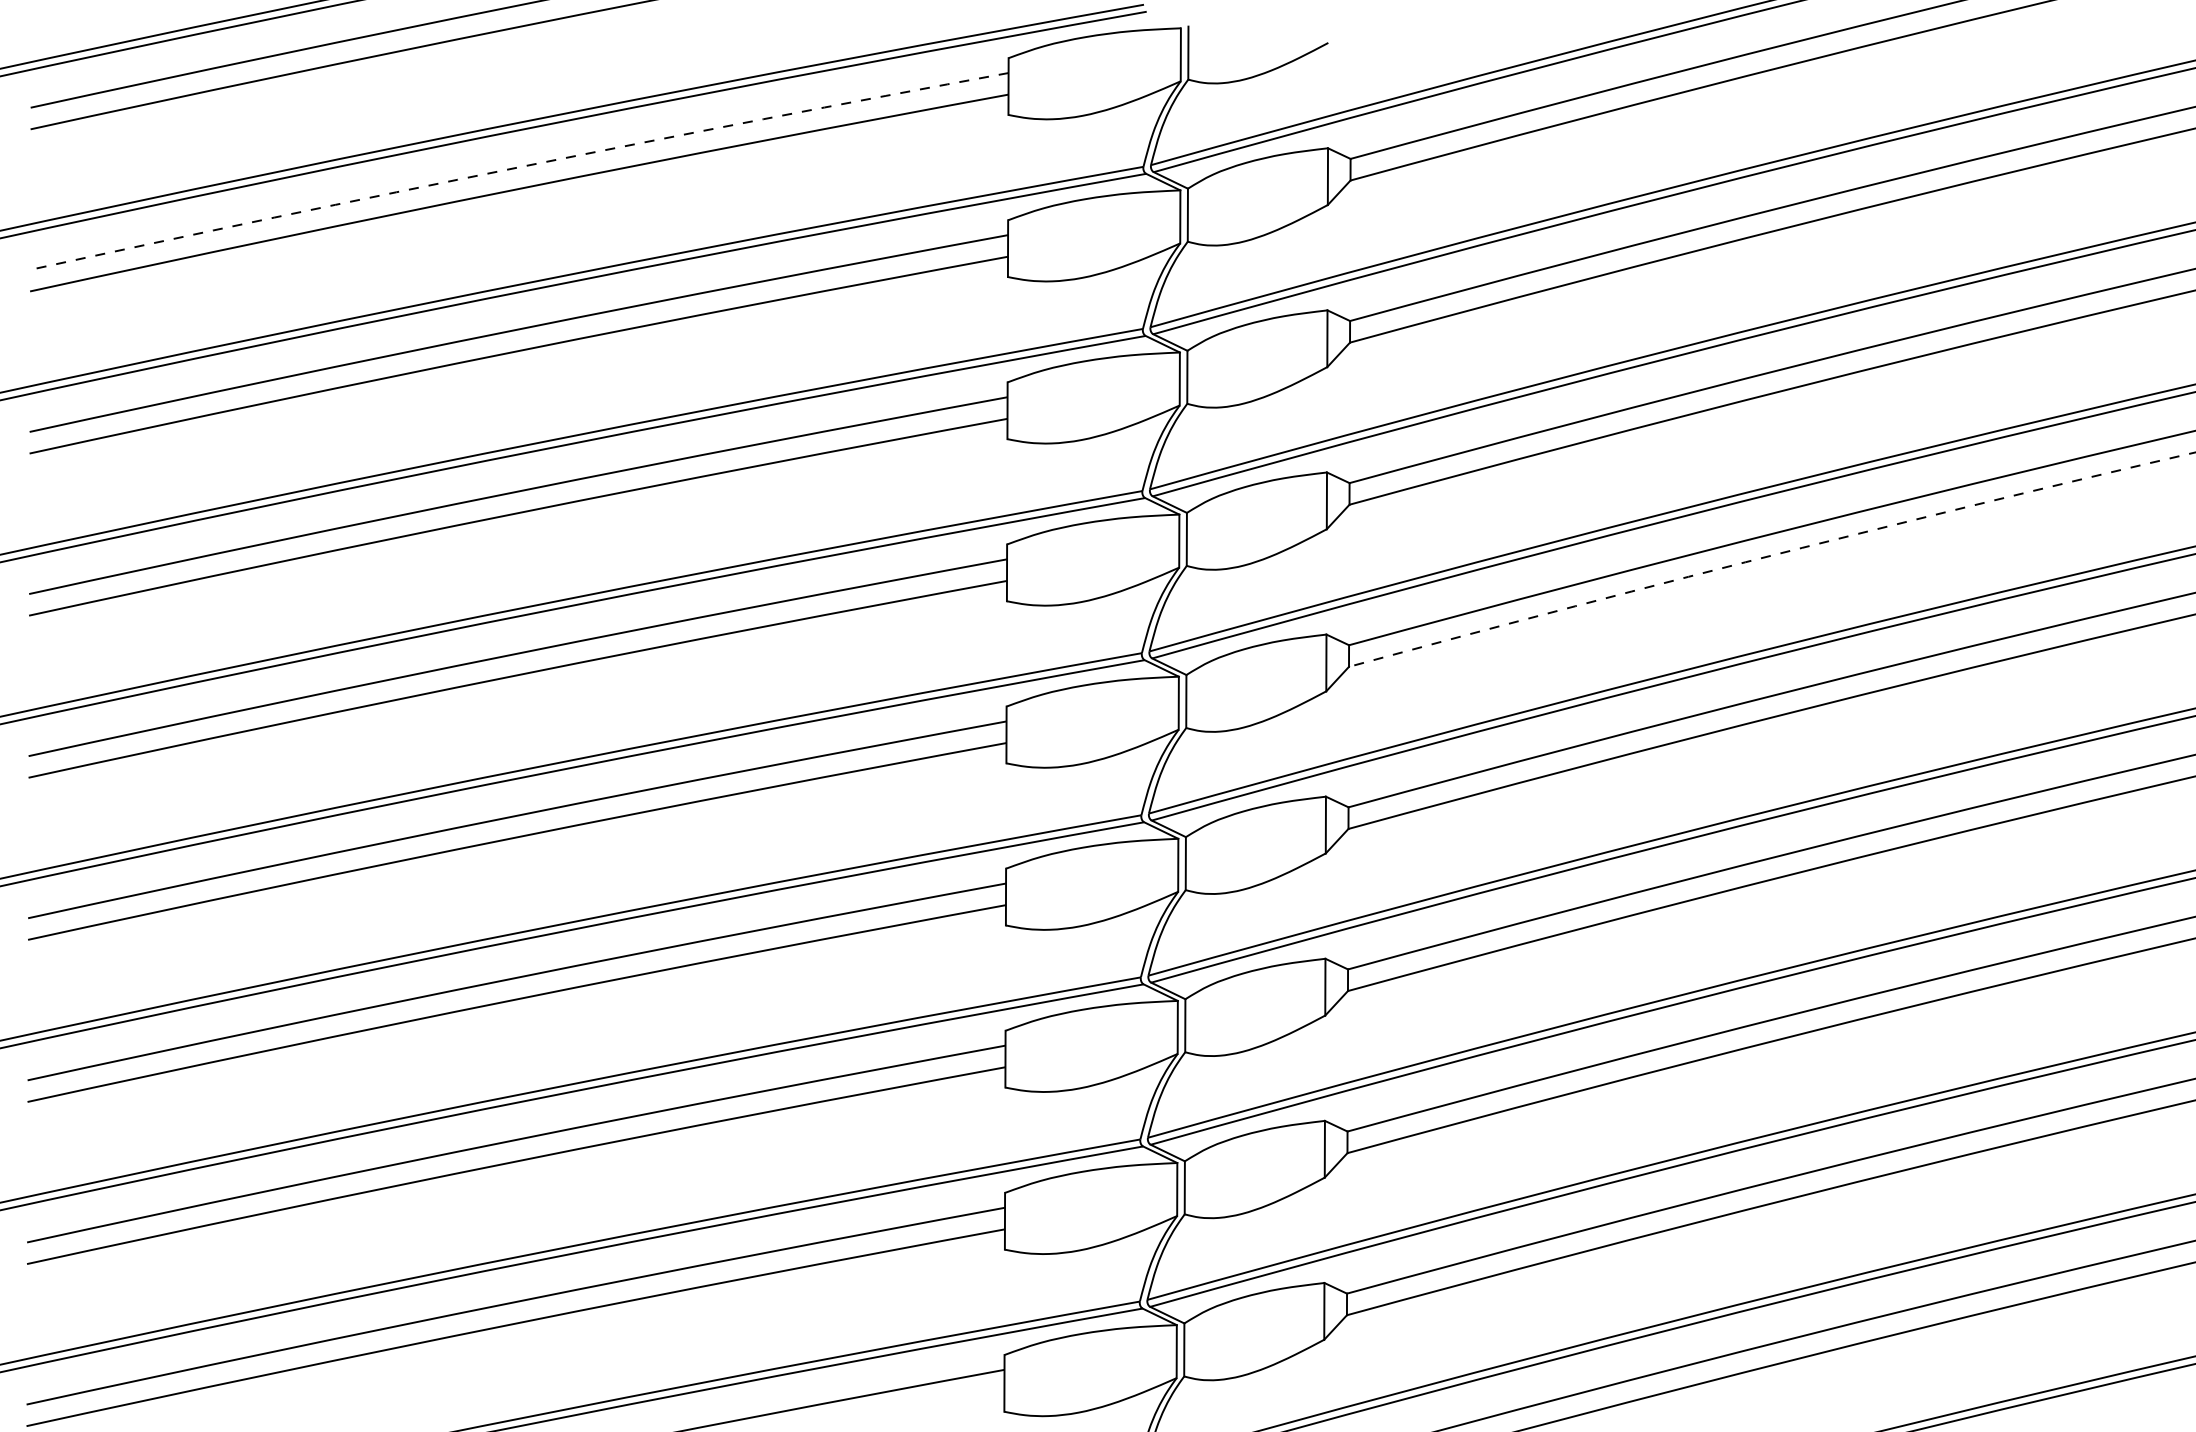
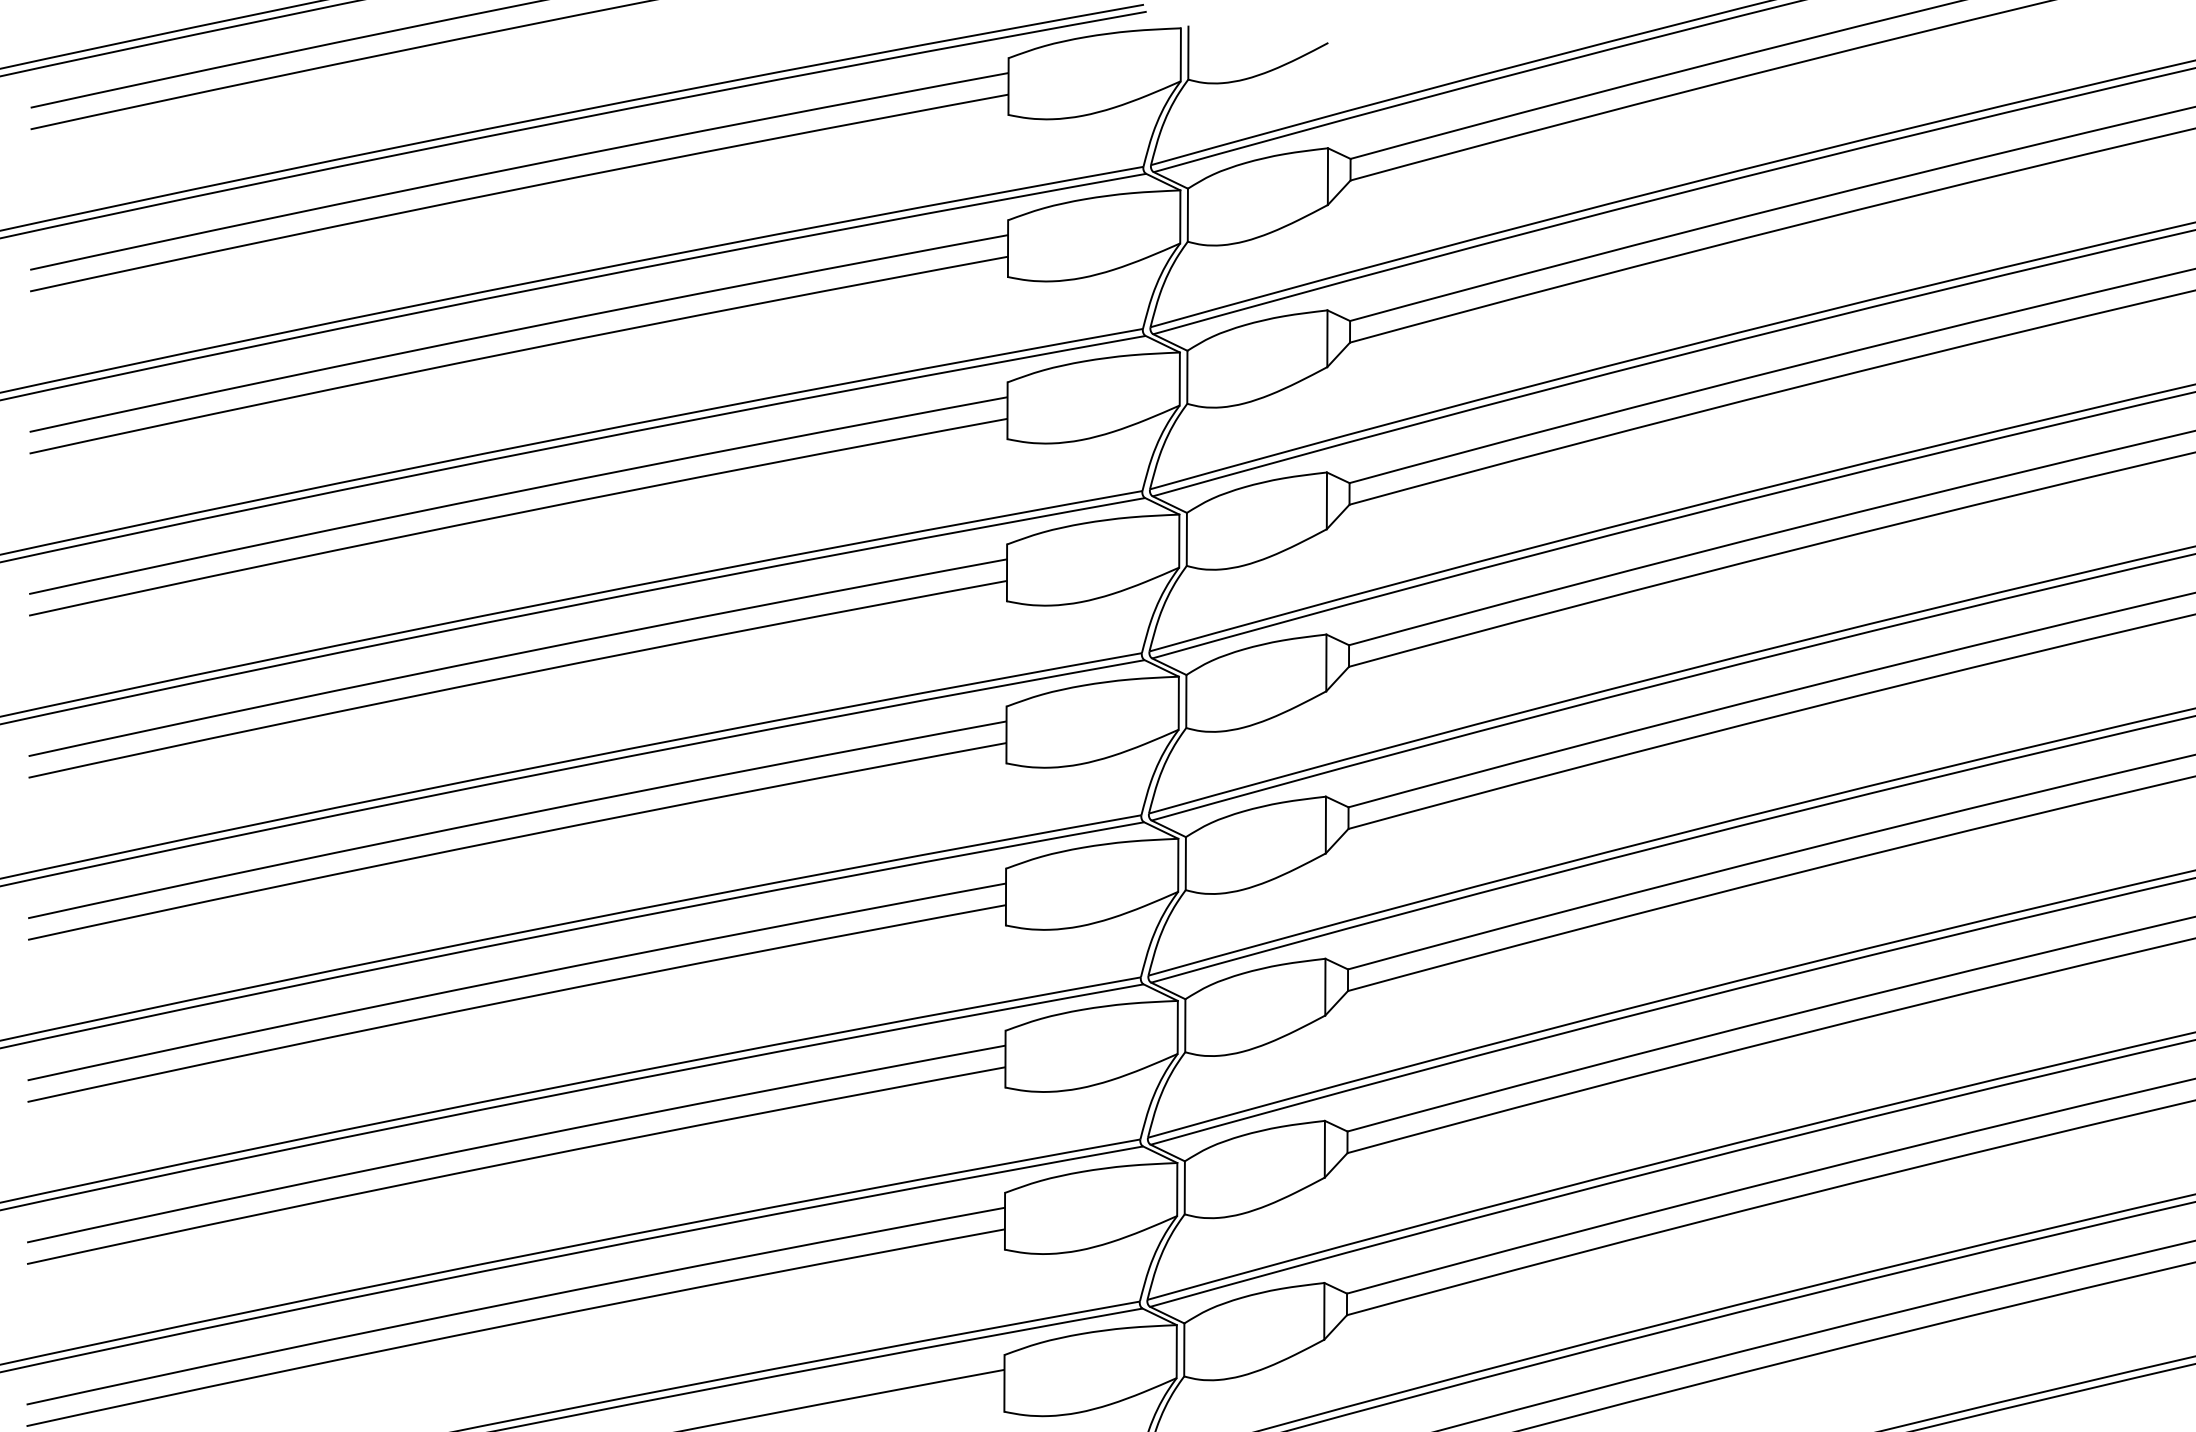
arc at (518, 167): dashed -> solid
arc at (1771, 555): dashed -> solid
